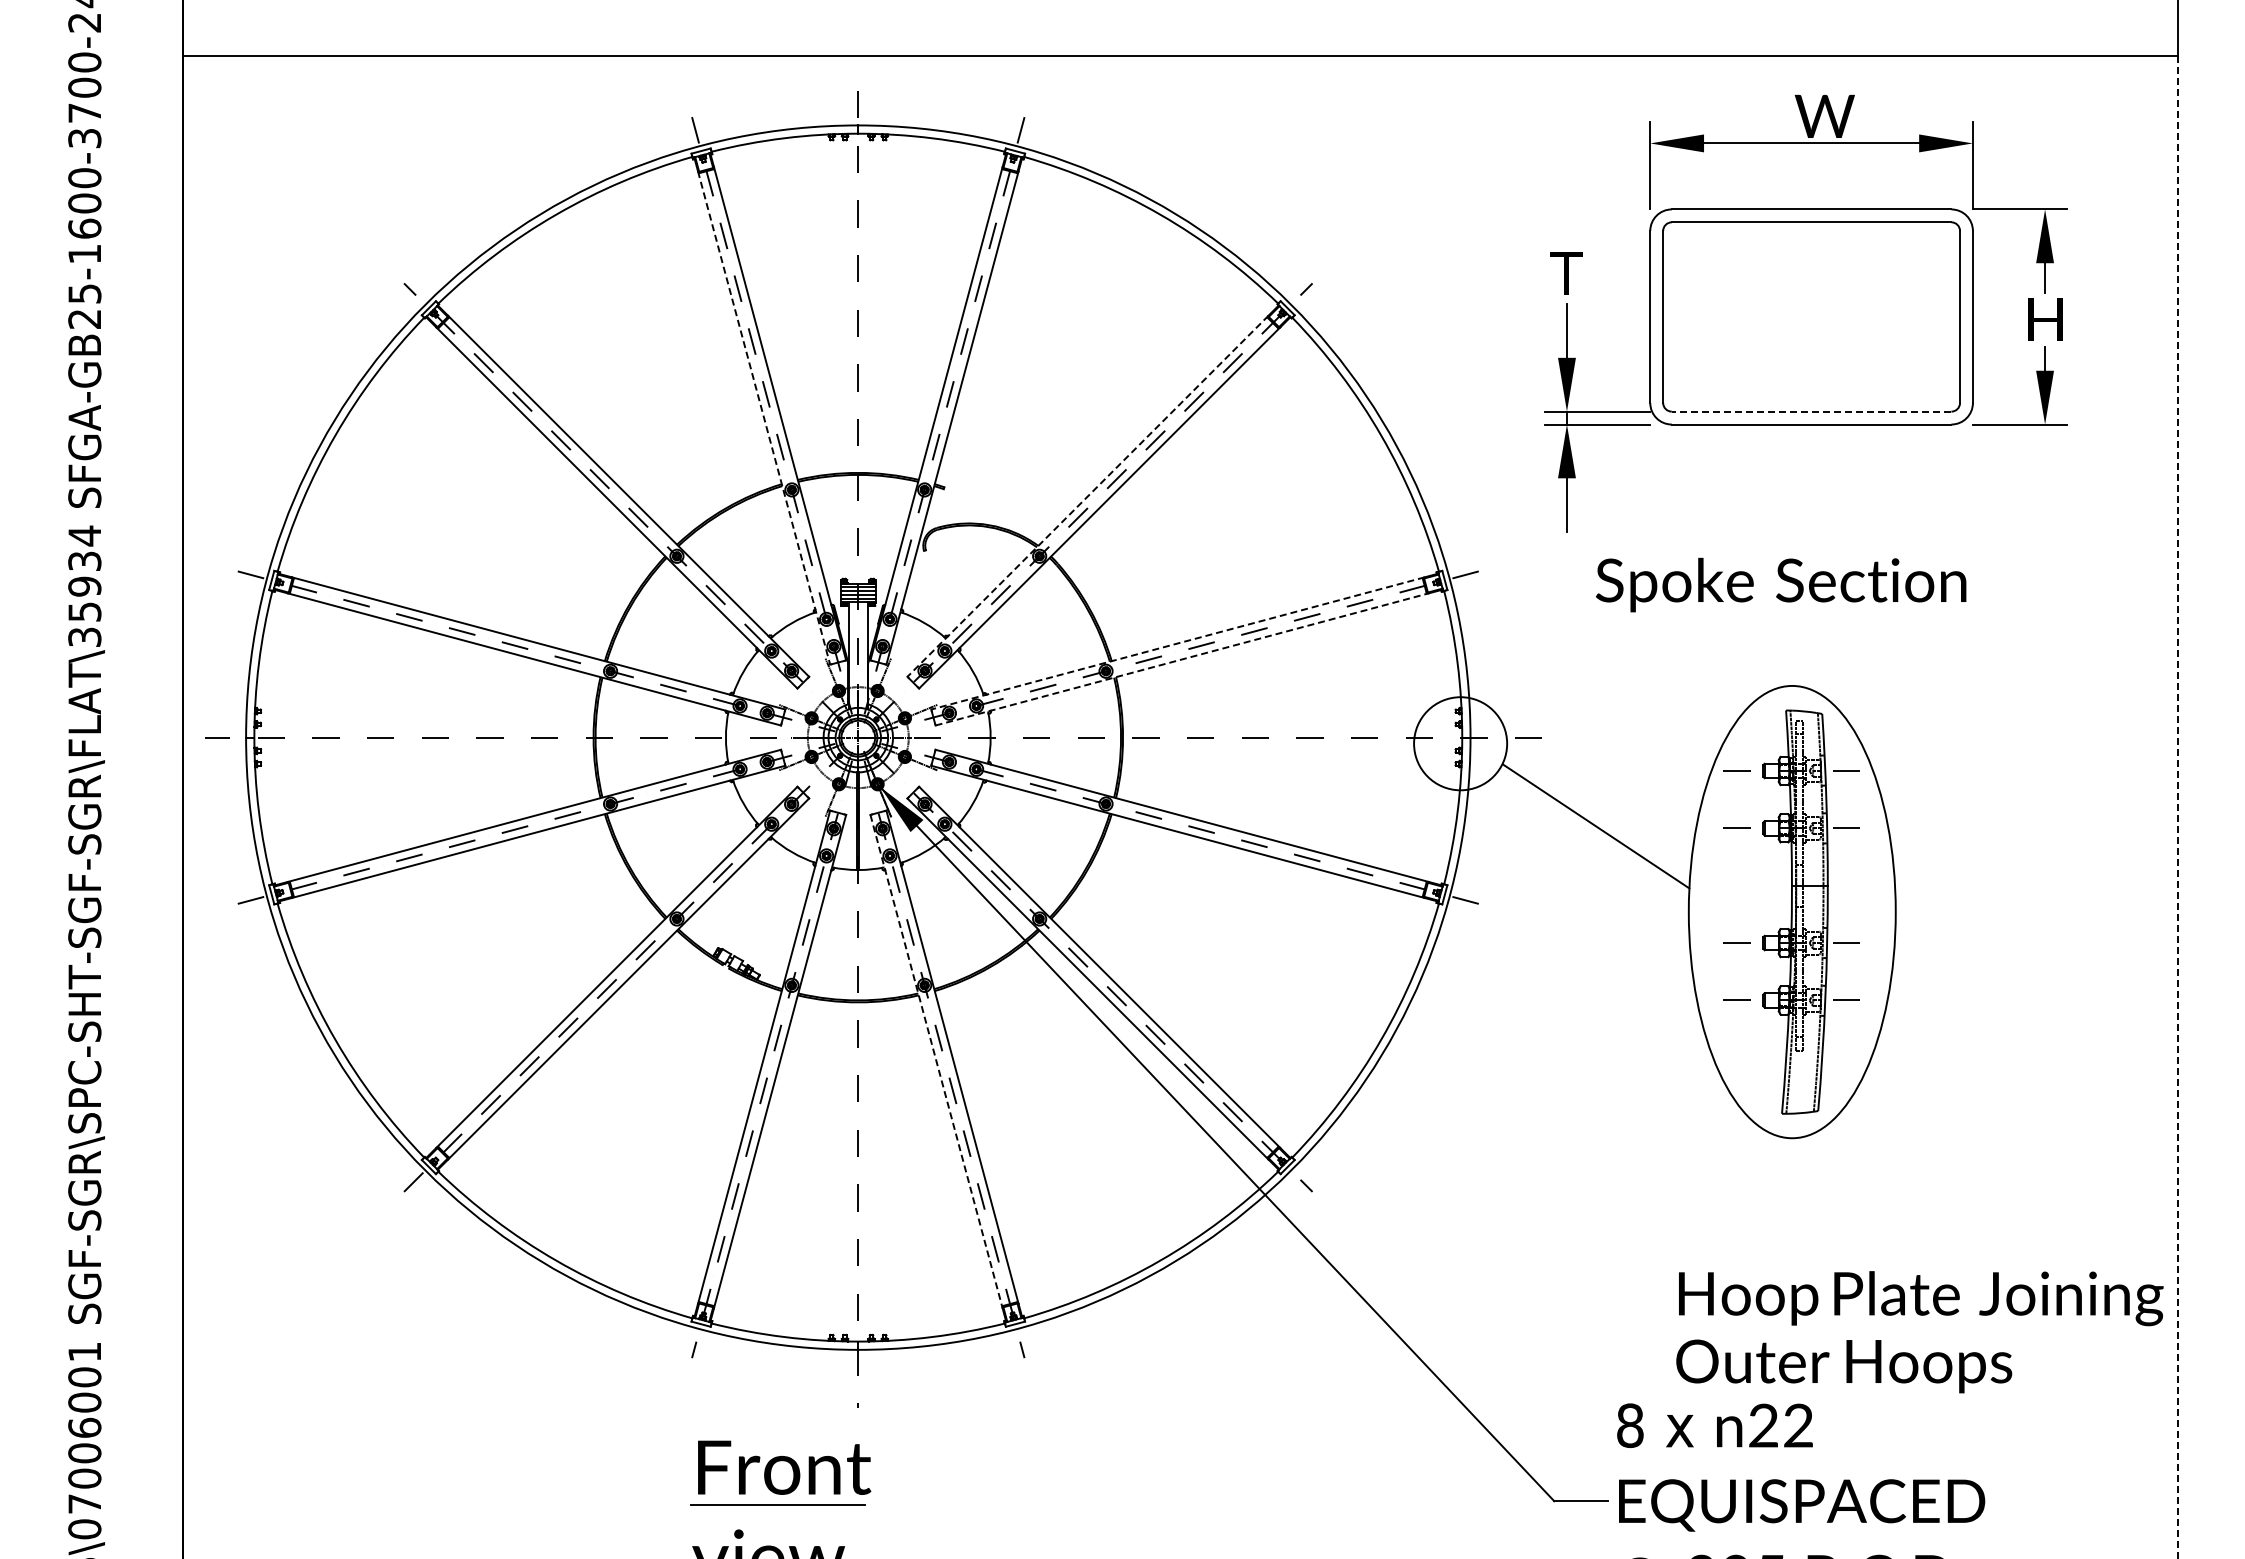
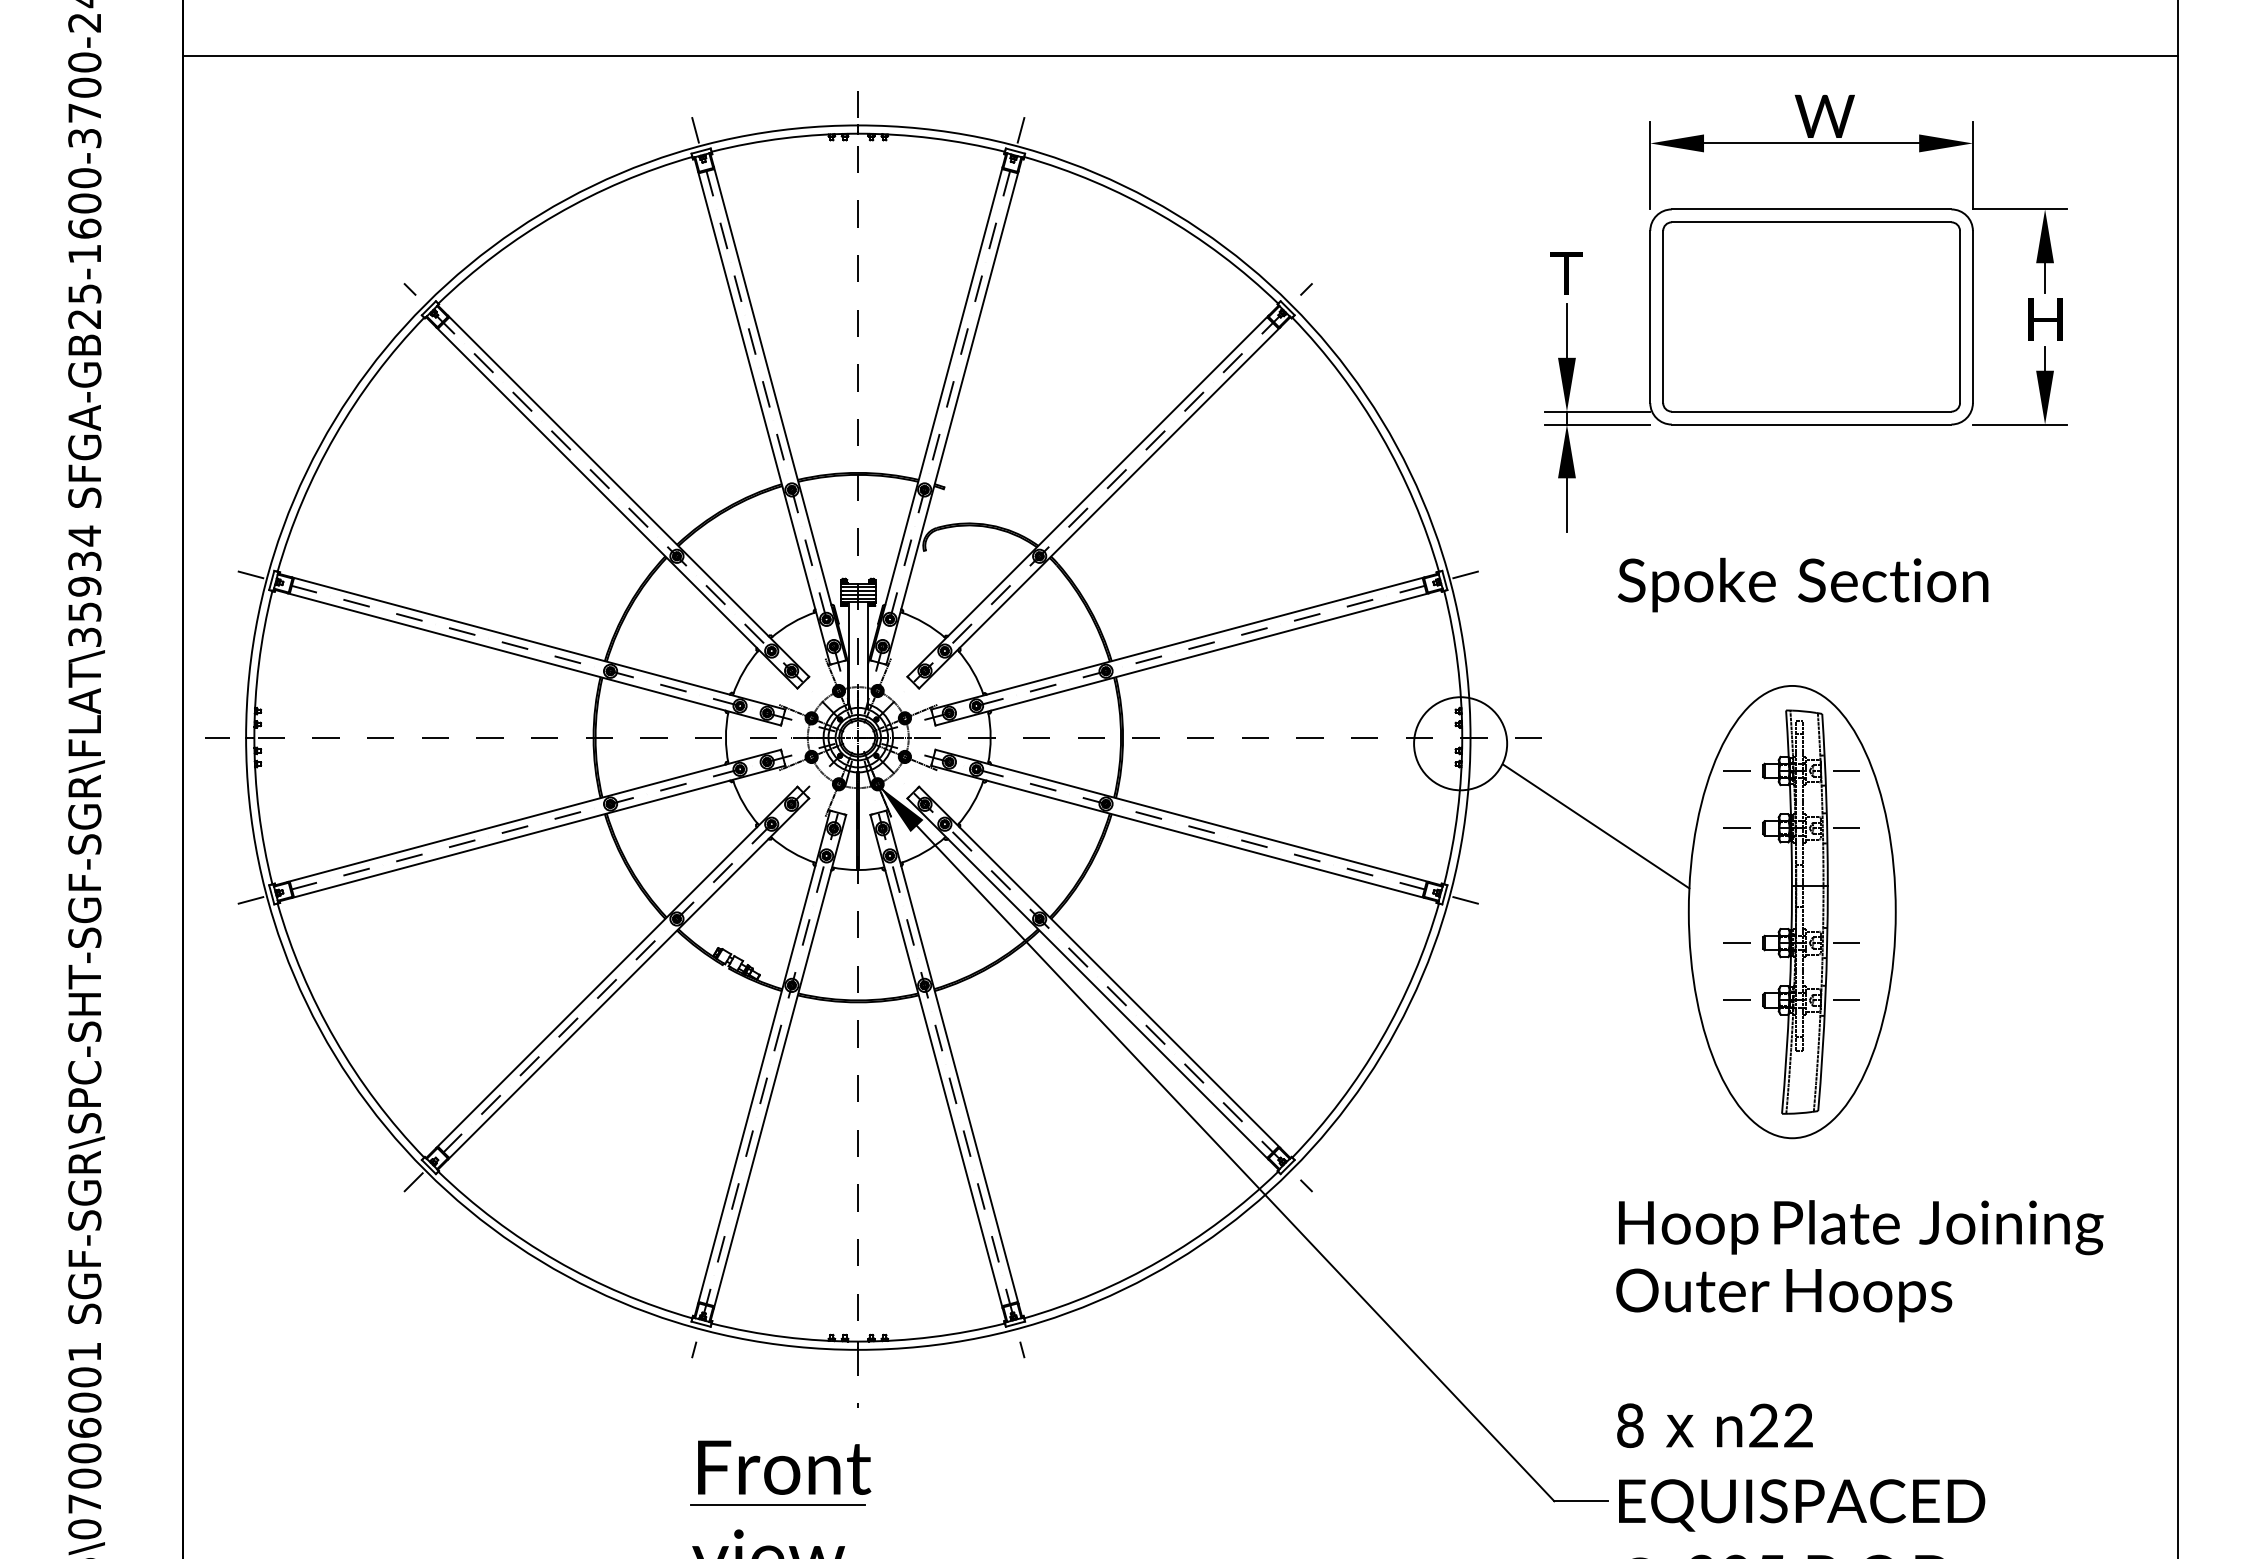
line at (1811, 411): dashed -> solid
line at (764, 418): dashed -> solid
line at (1087, 496): dashed -> solid
text at (1781, 584) position: (1781, 584) -> (1803, 584)
line at (1177, 643): dashed -> solid
line at (1182, 659): dashed -> solid
line at (2177, 807): dashed -> solid
line at (936, 1062): dashed -> solid
text at (1919, 1332) position: (1919, 1332) -> (1859, 1261)
